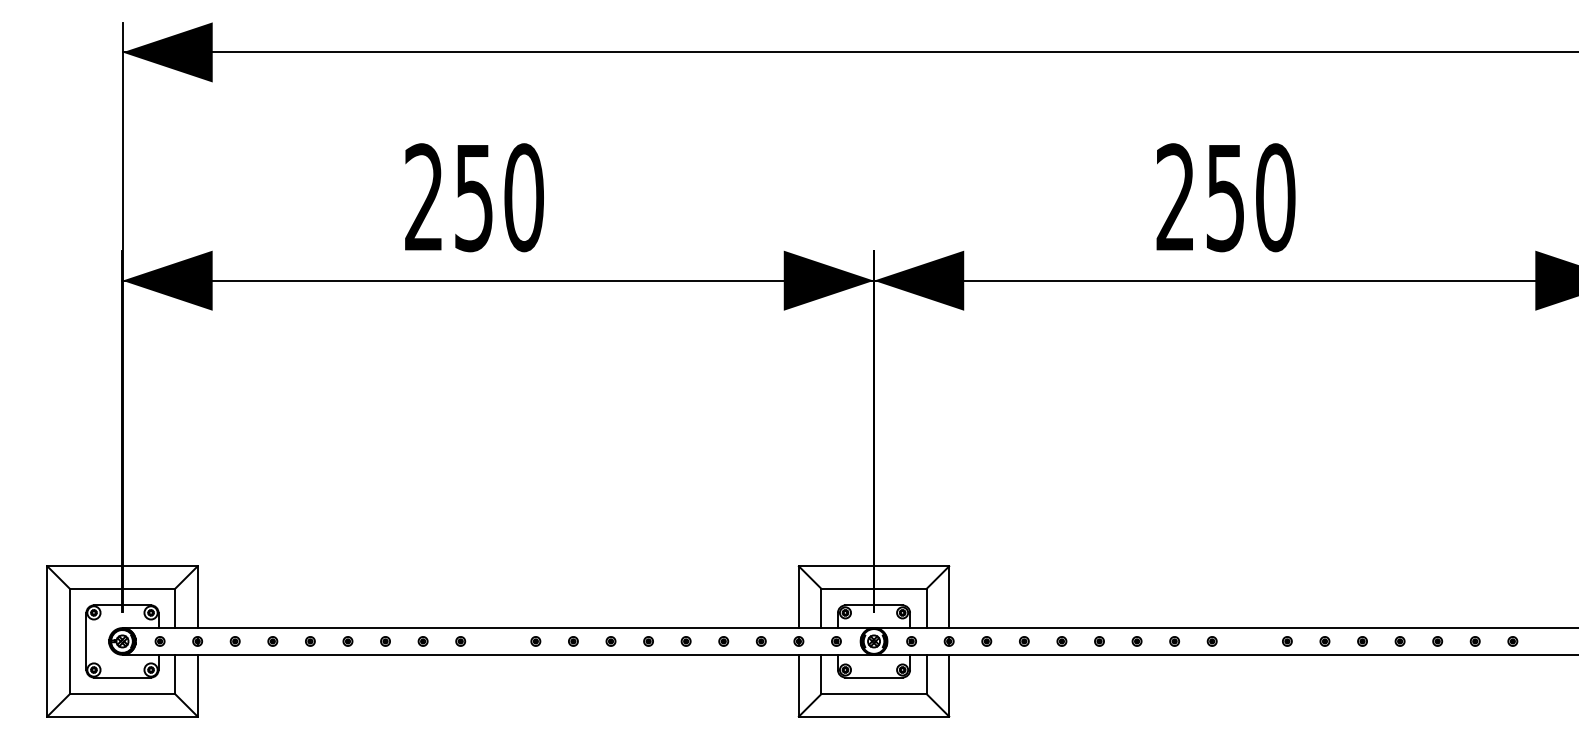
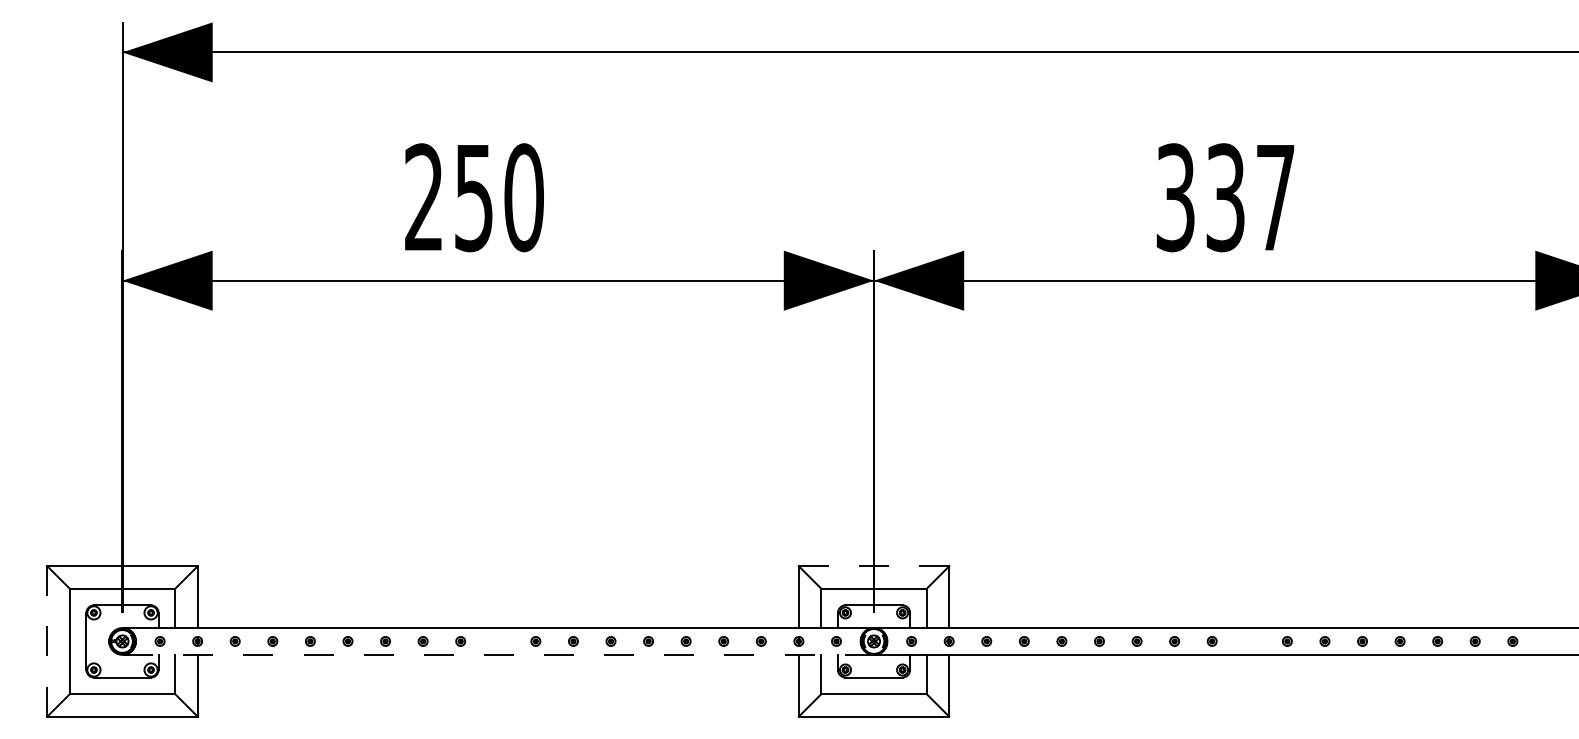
text at (1225, 197): 250 -> 337
line at (873, 566): solid -> dashed
line at (47, 641): solid -> dashed
line at (498, 654): solid -> dashed
